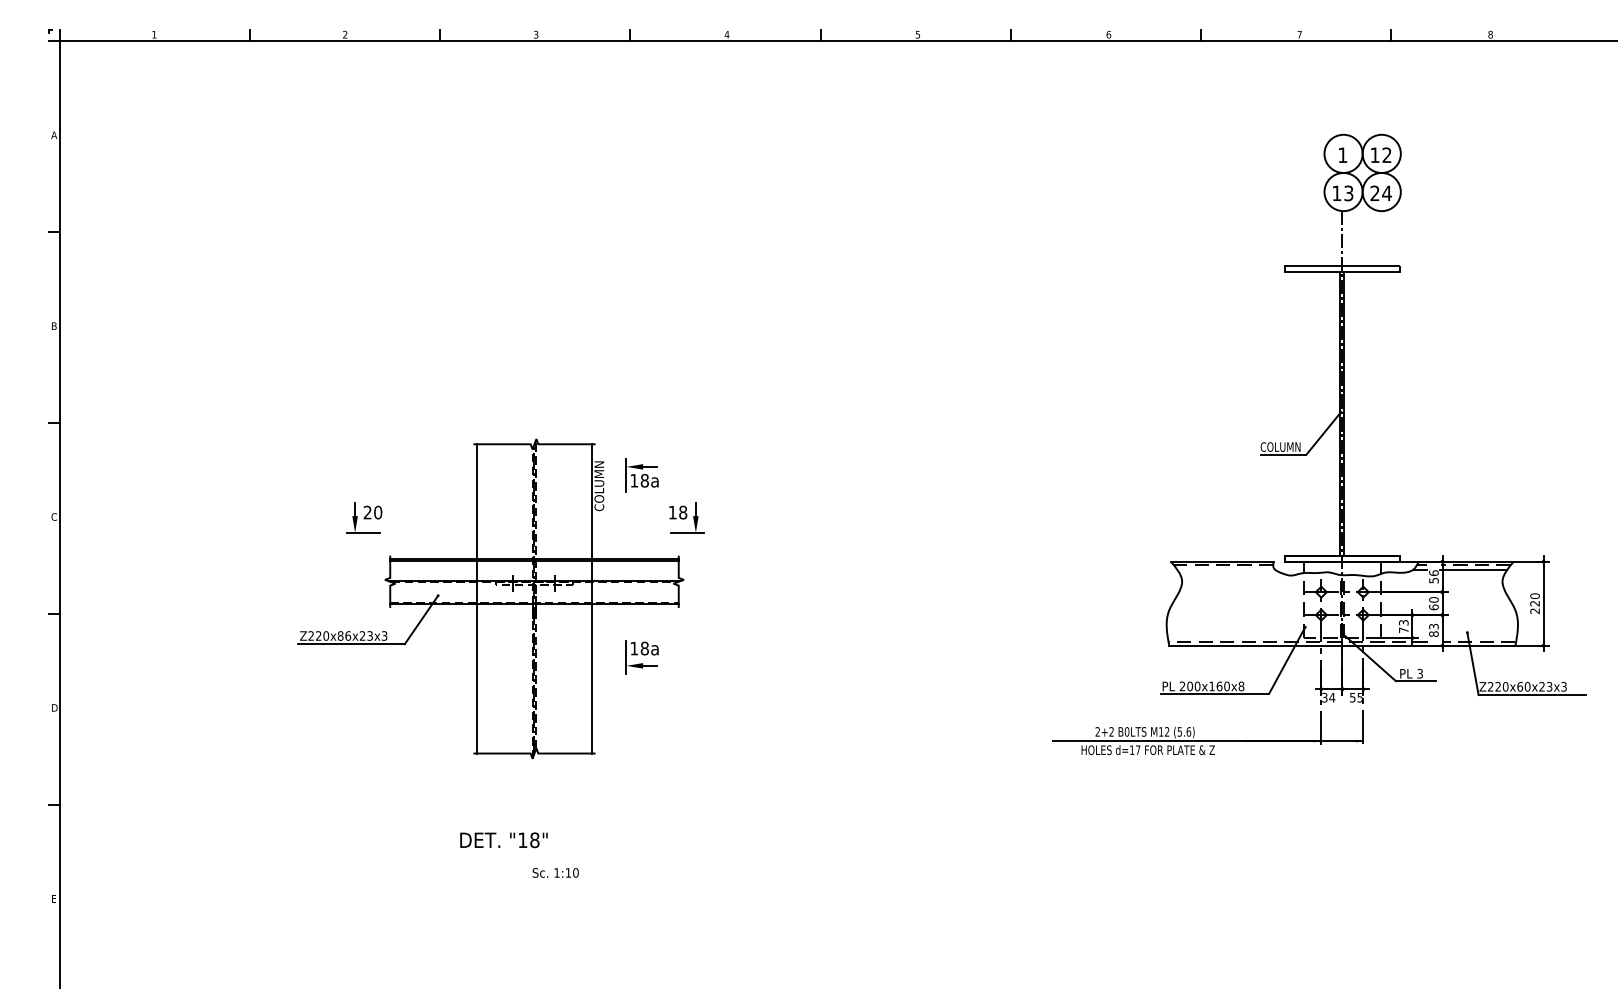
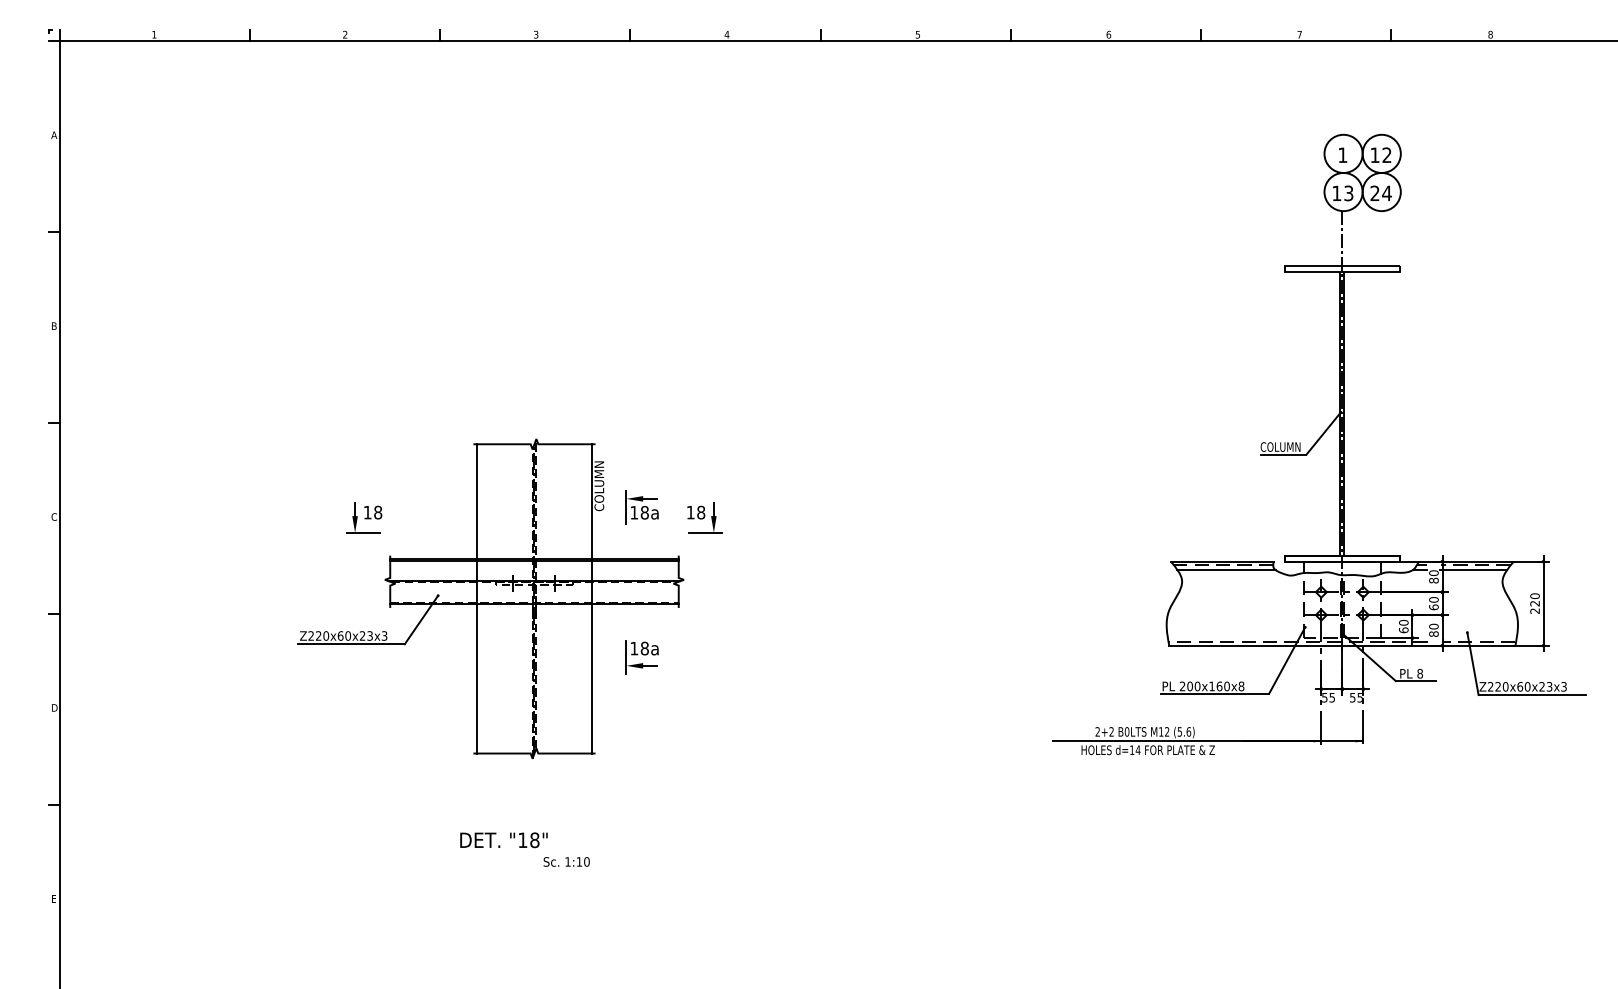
part at (641, 475) position: (641, 475) -> (641, 507)
text at (372, 512): 20 -> 18
part at (686, 517) position: (686, 517) -> (704, 517)
line at (1226, 570): none -> present
text at (1433, 576): 56 -> 80
text at (1403, 626): 73 -> 60
text at (1433, 626): 83 -> 80
text at (344, 635): Z220x86x23x3 -> Z220x60x23x3
text at (1419, 673): 3 -> 8
text at (1328, 697): 34 -> 55
text at (1137, 749): d=17 -> d=14
text at (555, 872) position: (555, 872) -> (566, 861)
